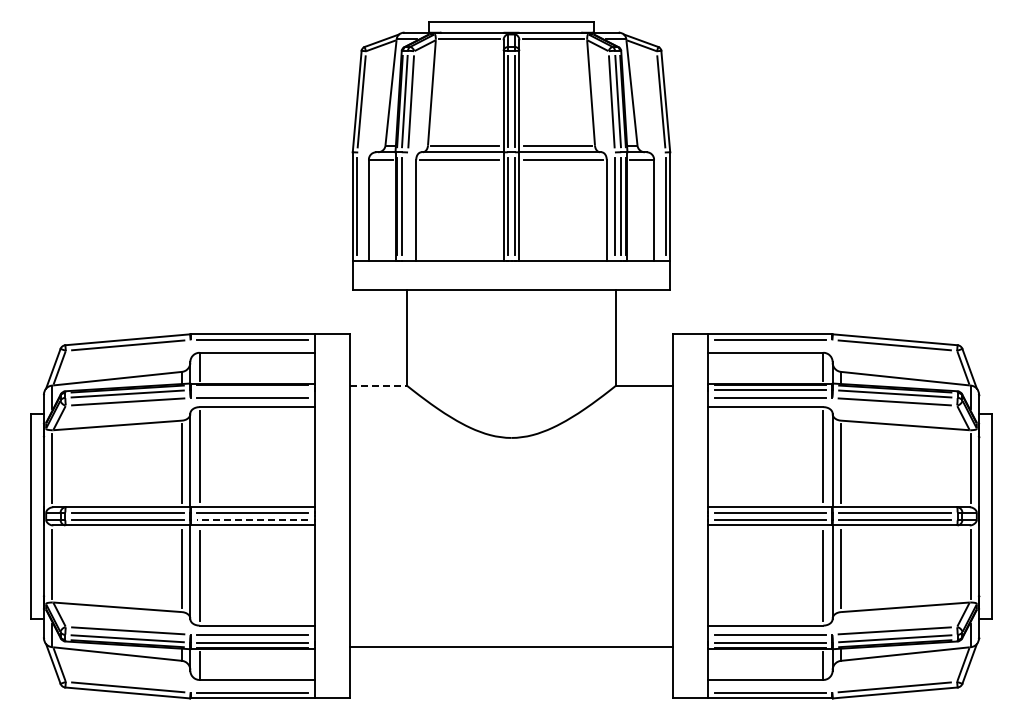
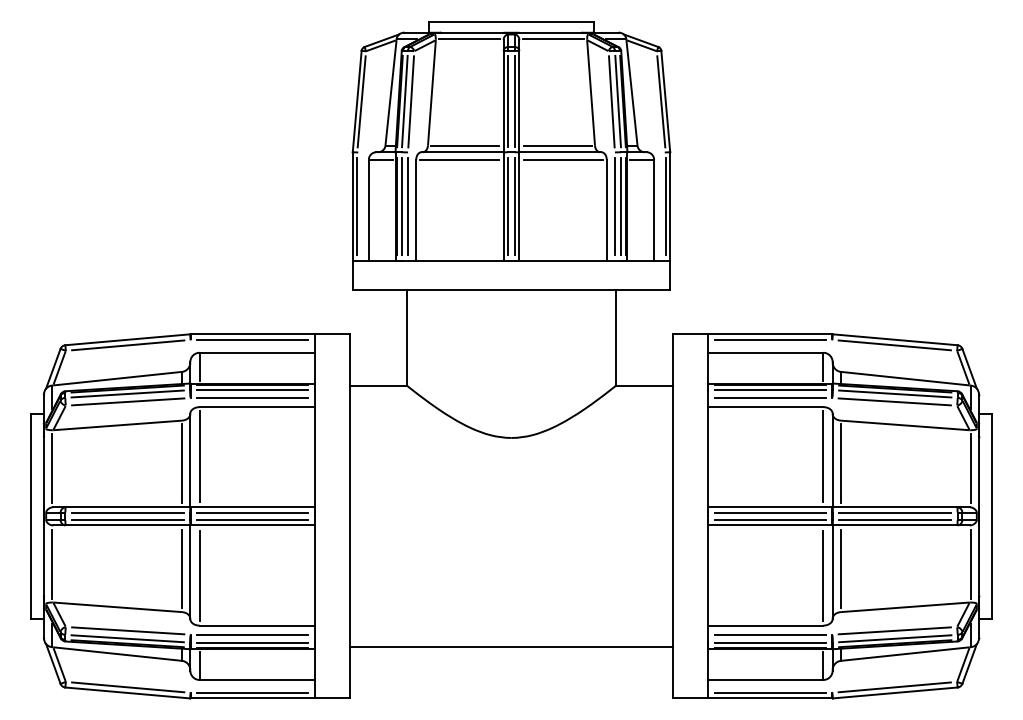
line at (408, 206): none -> present
line at (378, 385): dashed -> solid
line at (252, 390): none -> present
line at (252, 519): dashed -> solid
